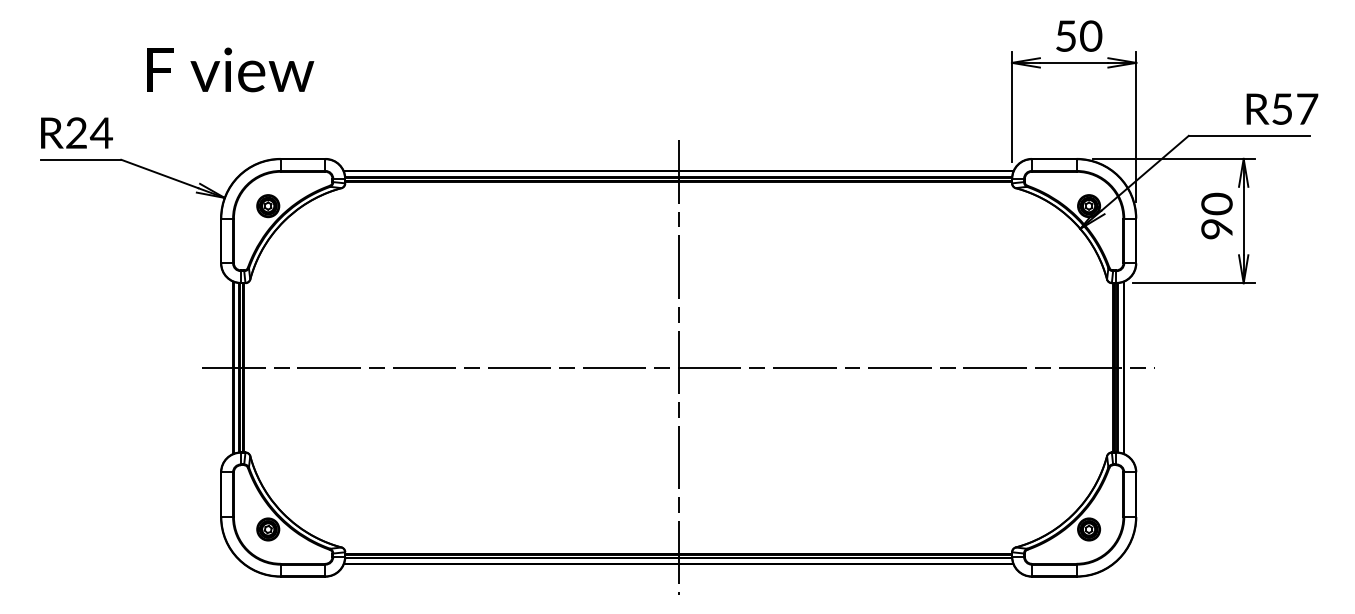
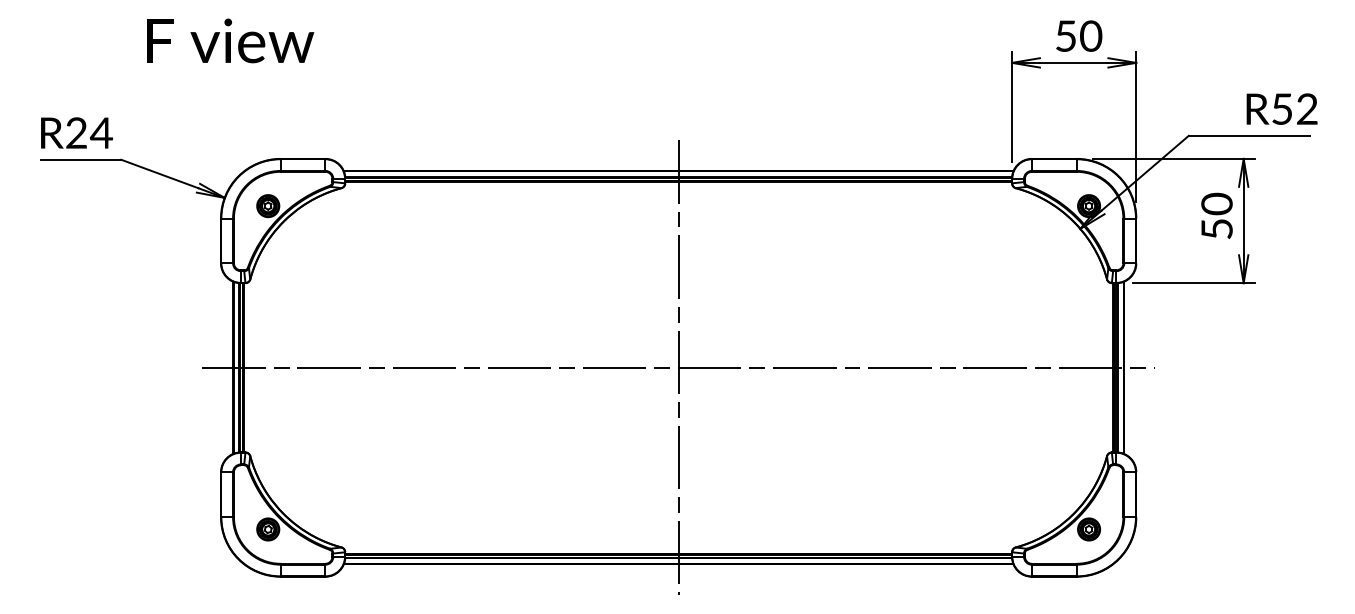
text at (230, 69) position: (230, 69) -> (230, 40)
text at (1307, 108): R57 -> R52
text at (1216, 229): 90 -> 50
